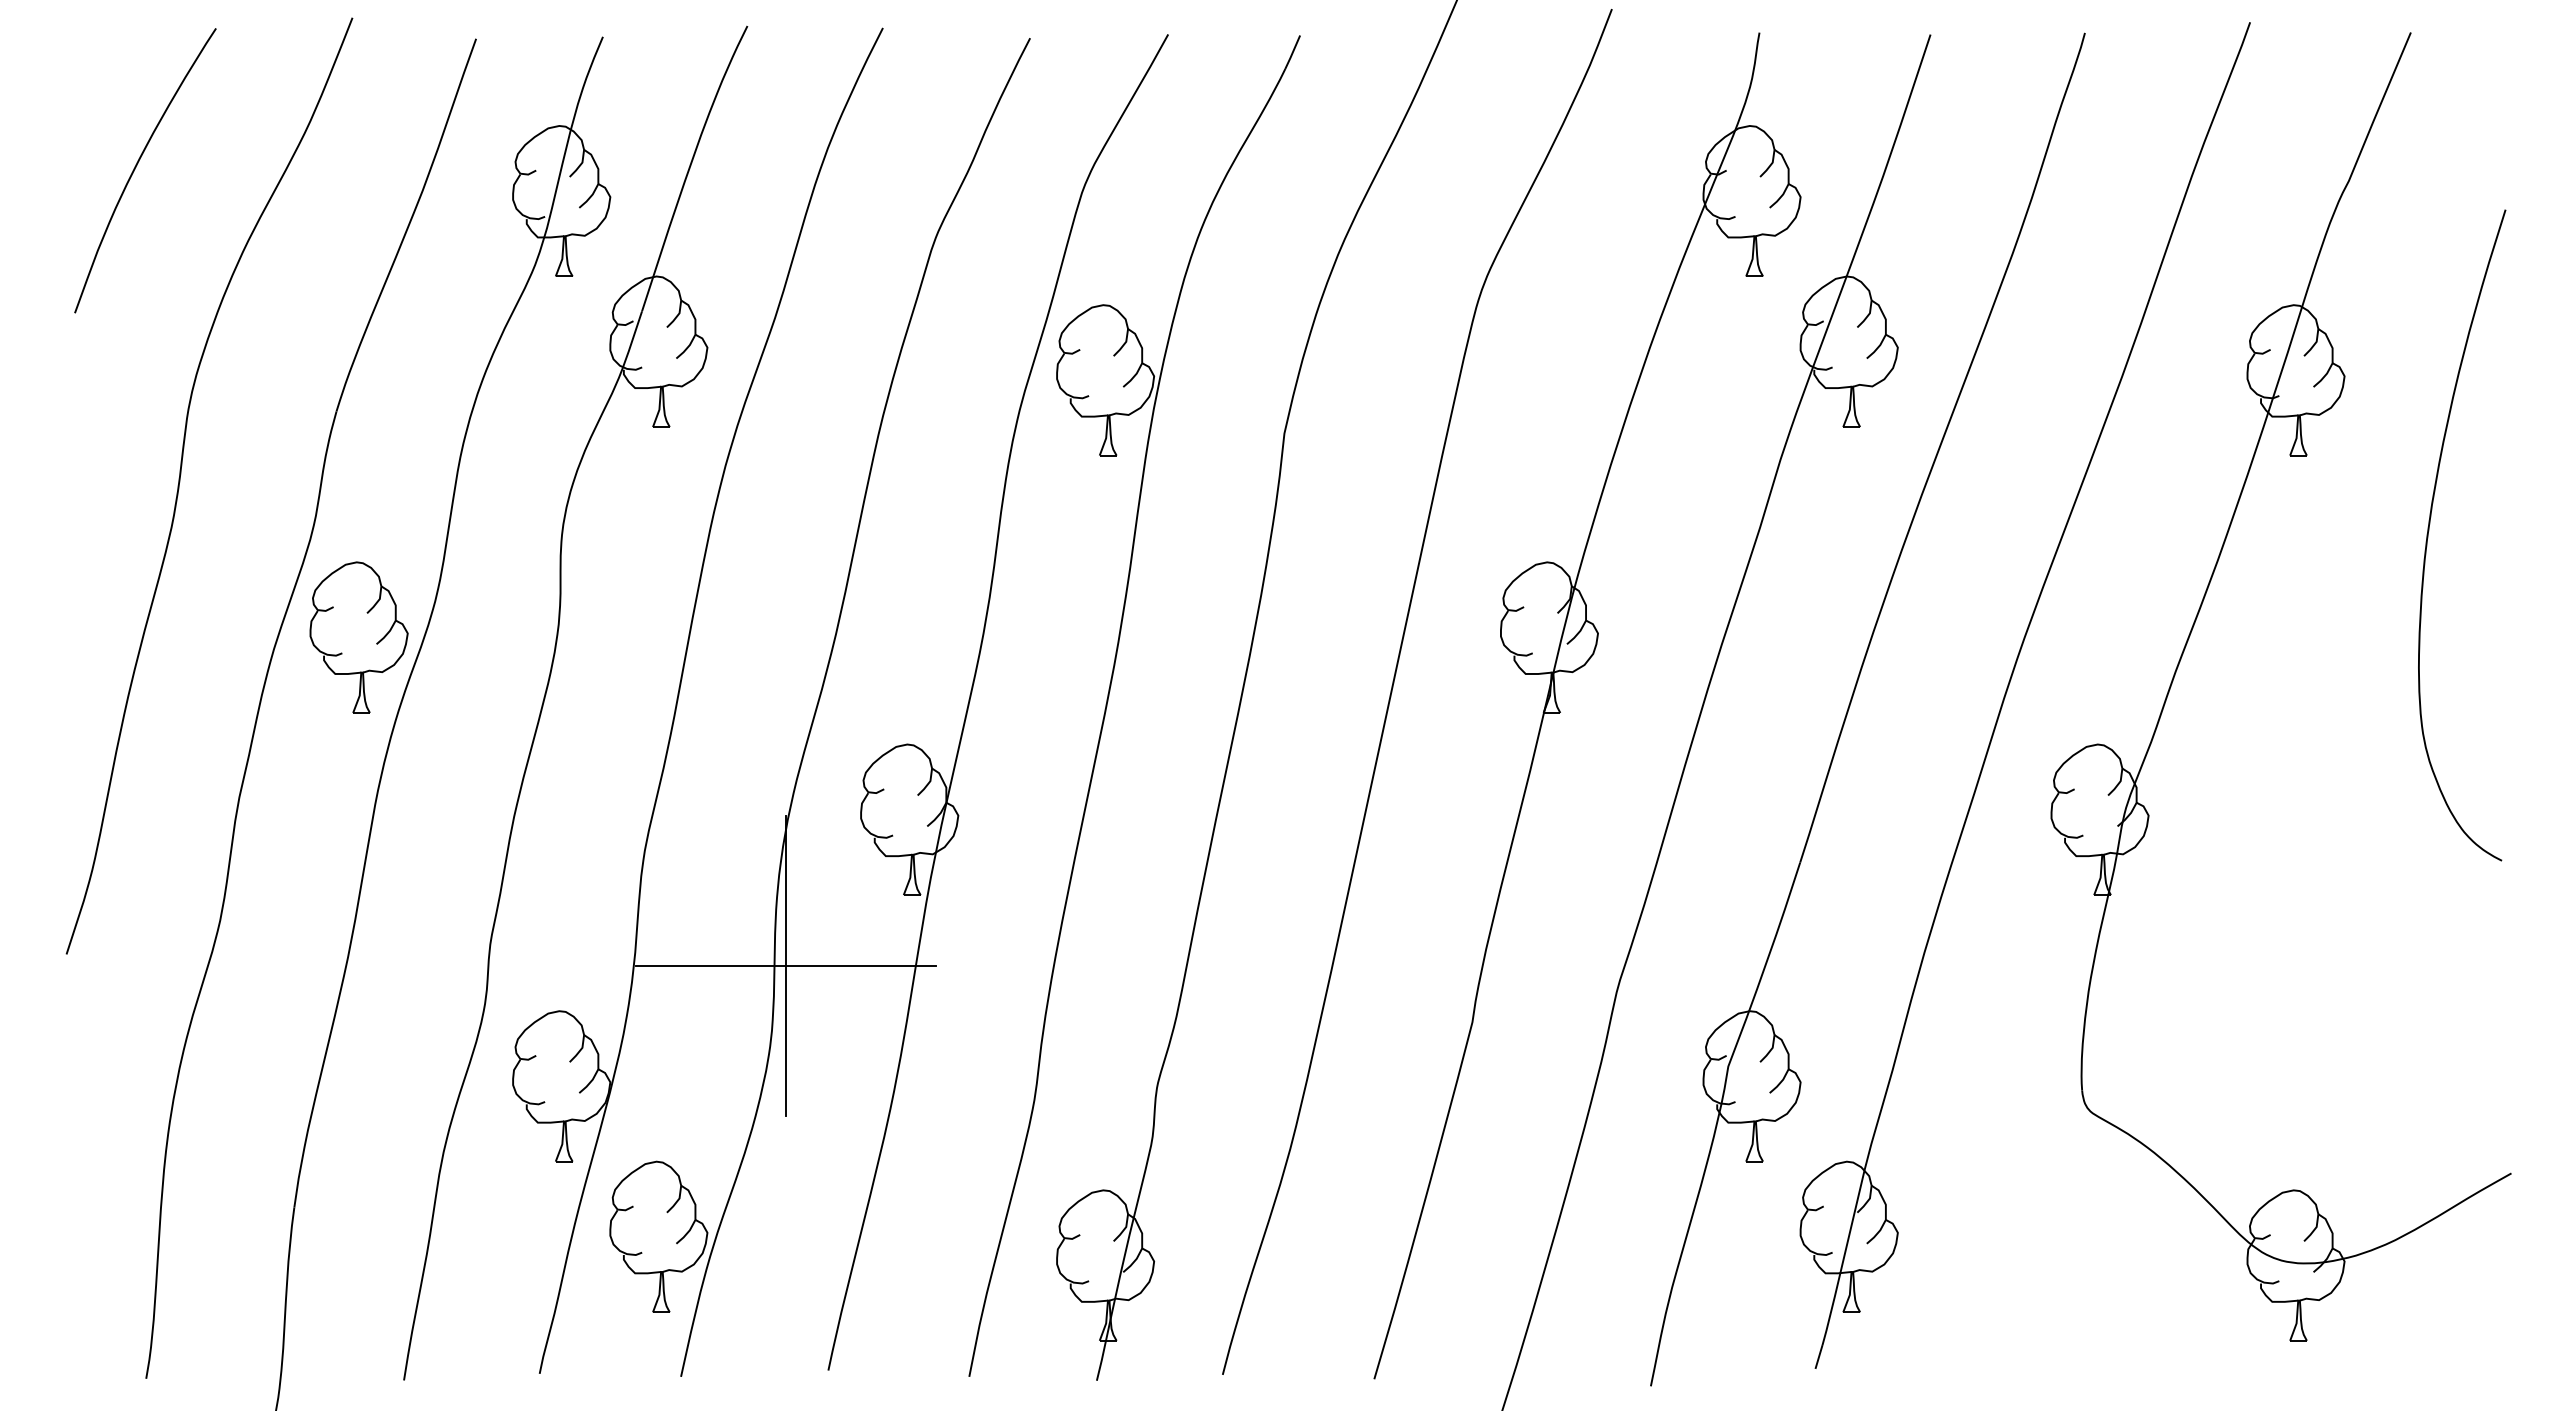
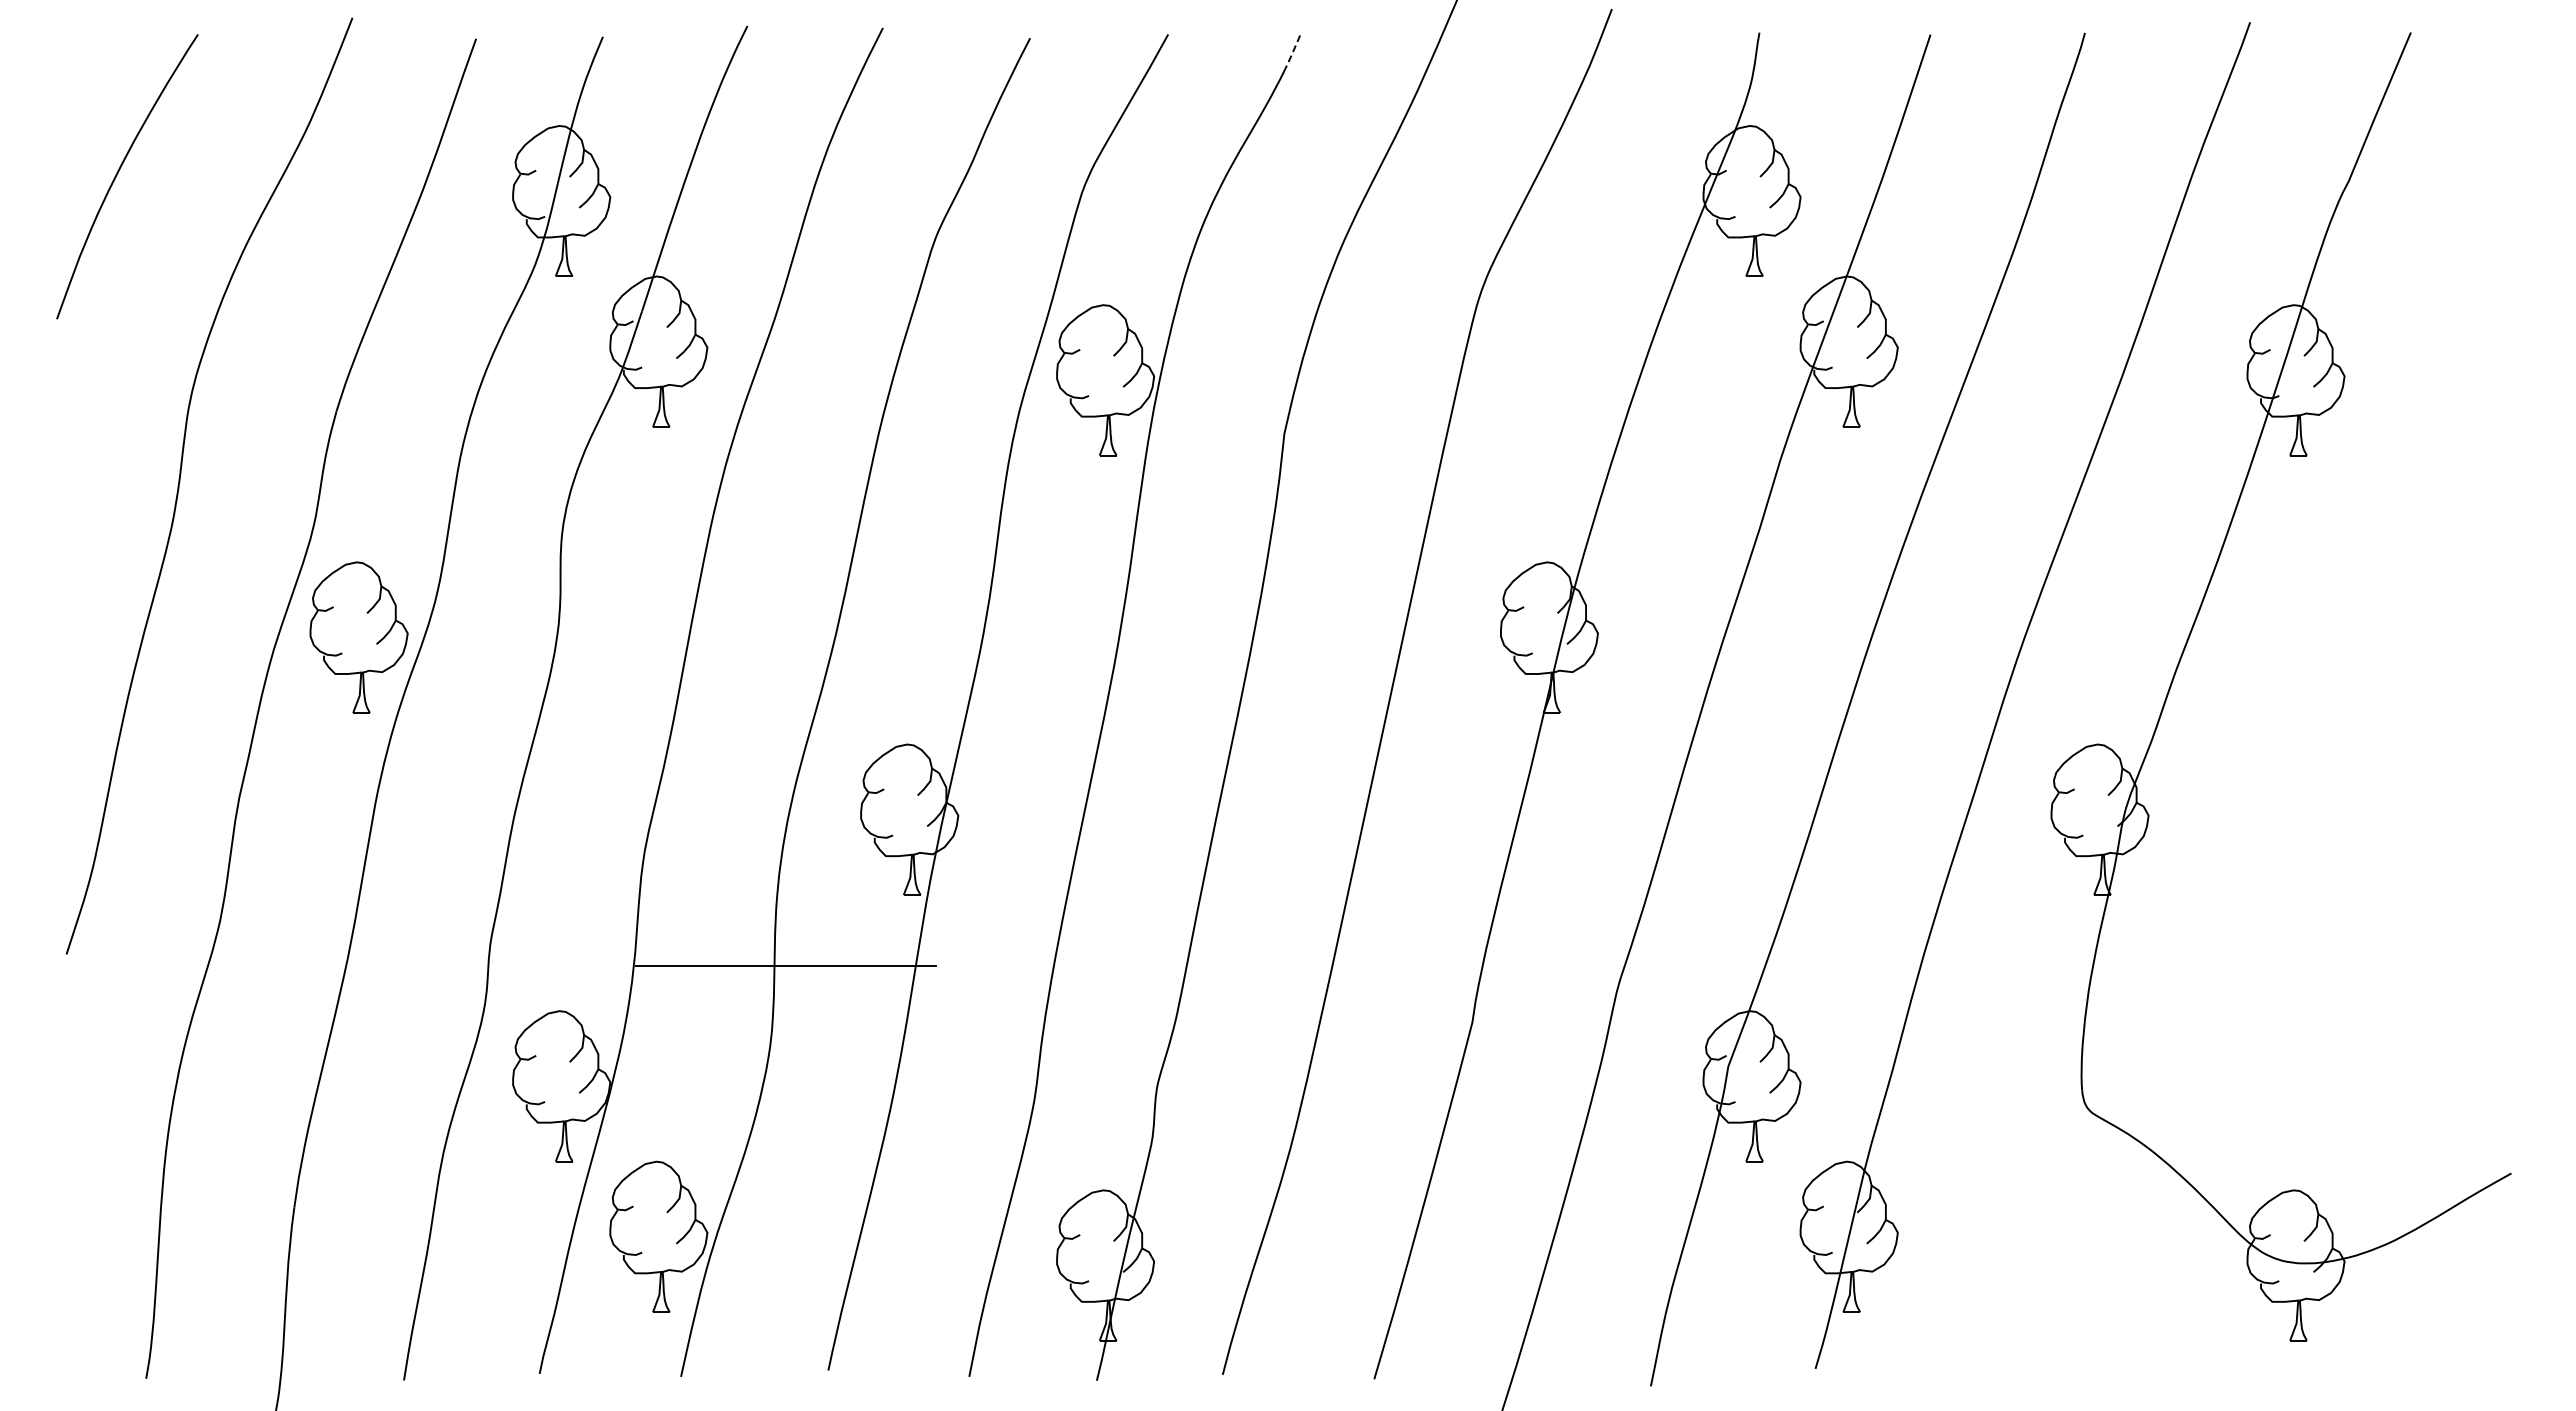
line at (1292, 53): solid -> dashed
curve at (137, 165) position: (137, 165) -> (119, 171)
curve at (2429, 531): present -> none
line at (786, 965): present -> none
